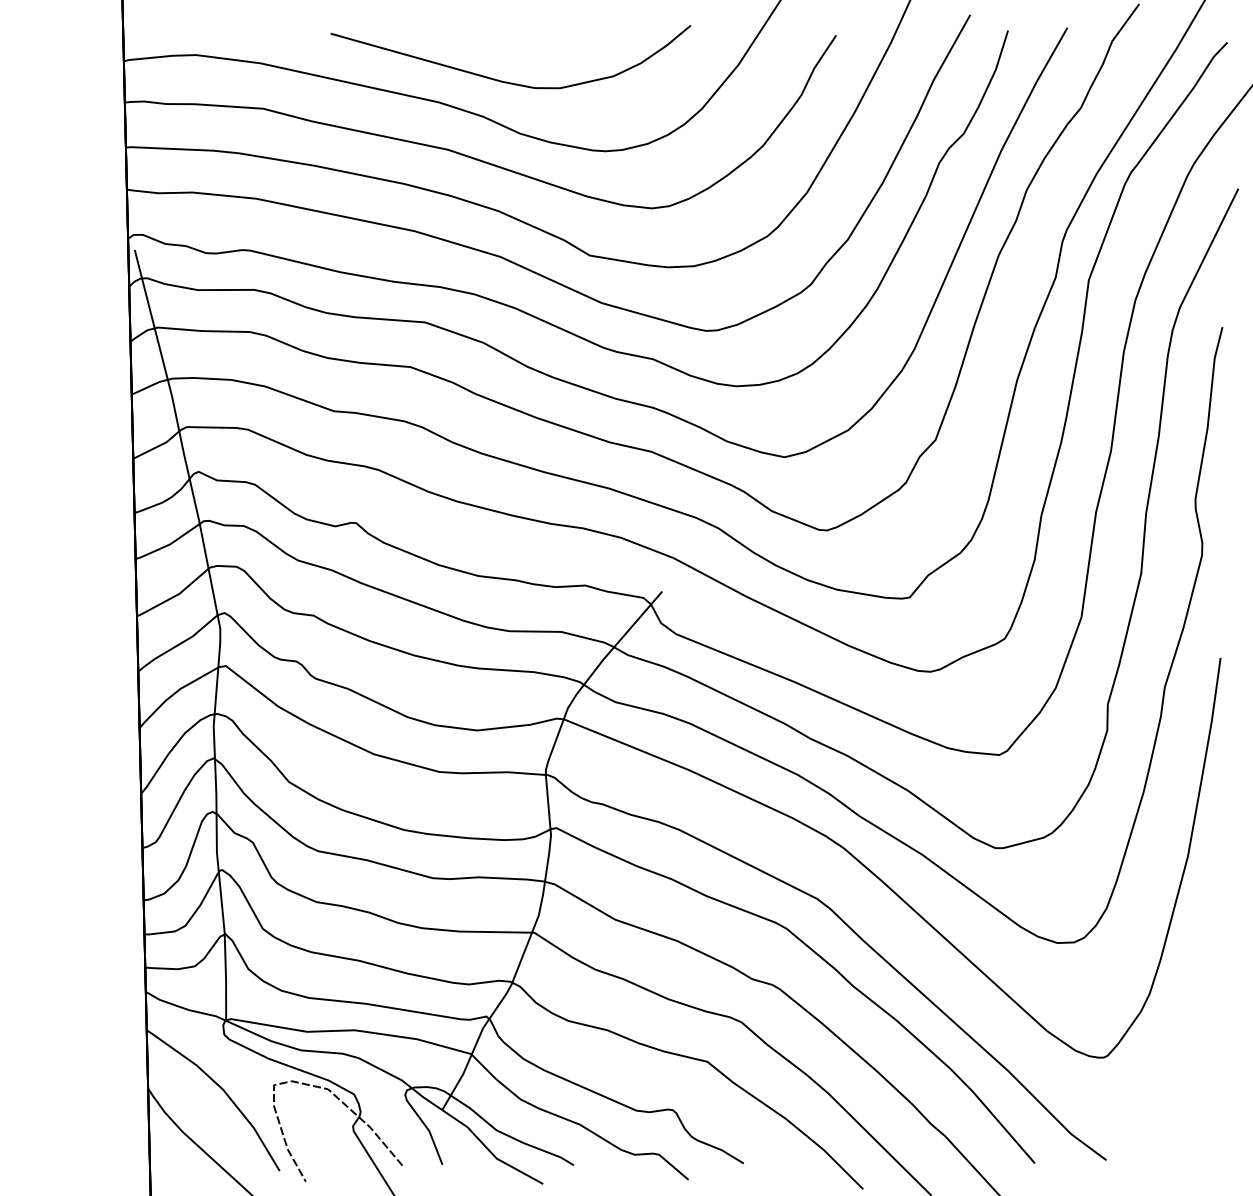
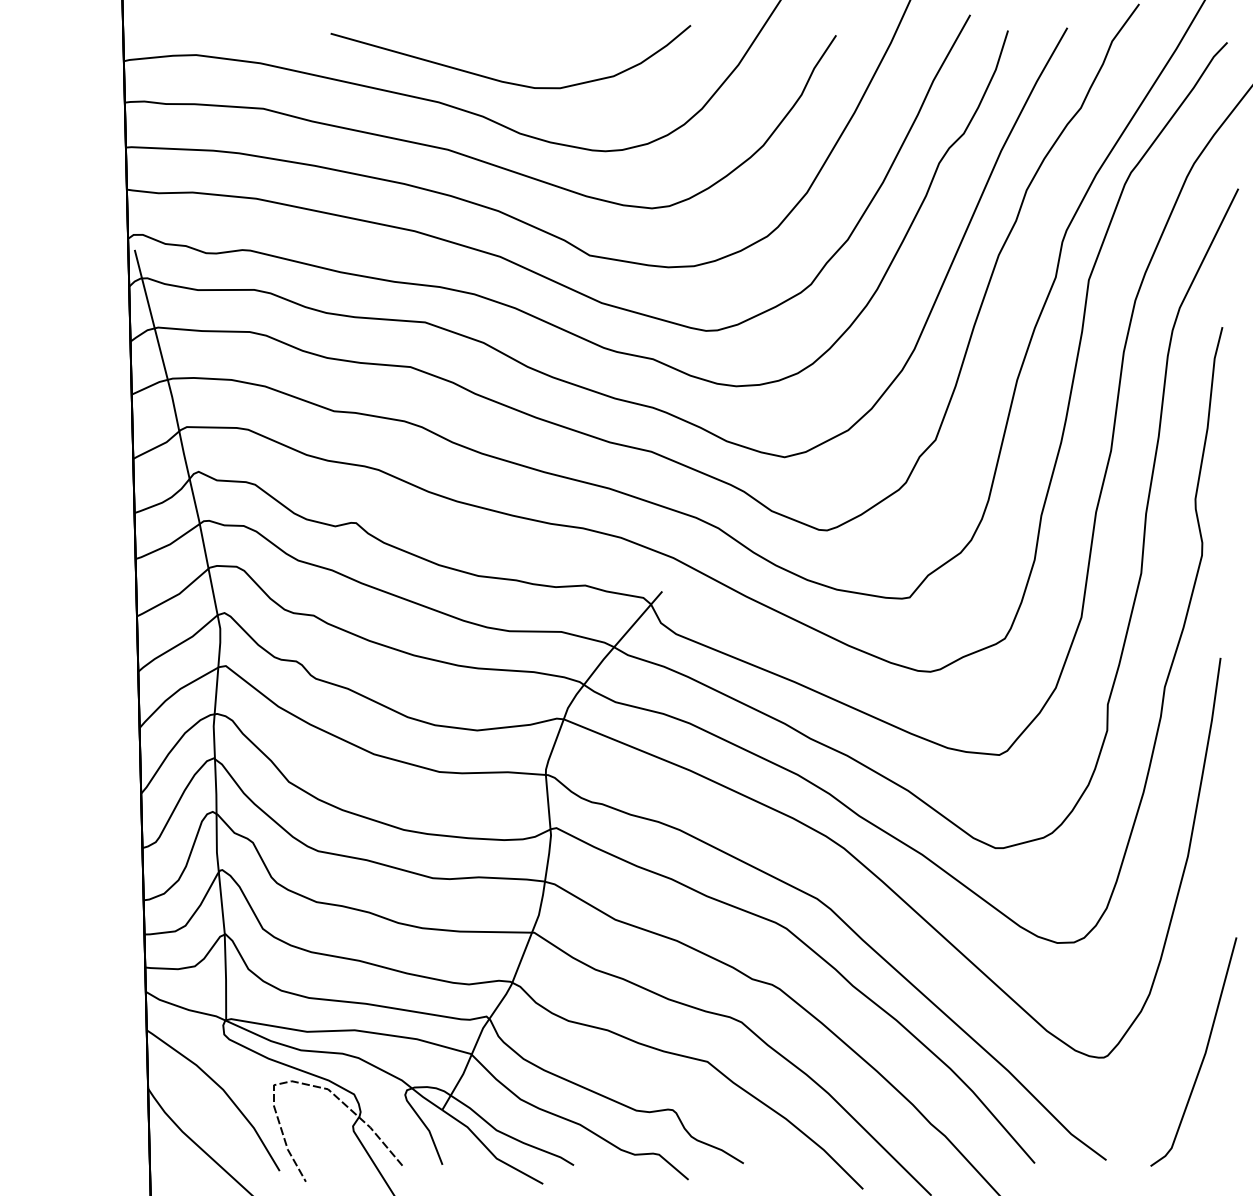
line at (1203, 1055): none -> present
